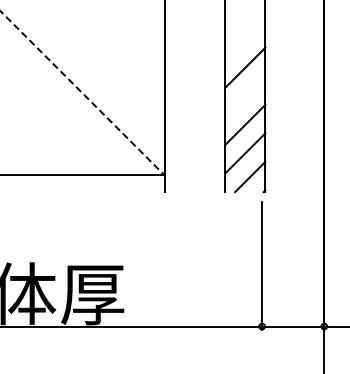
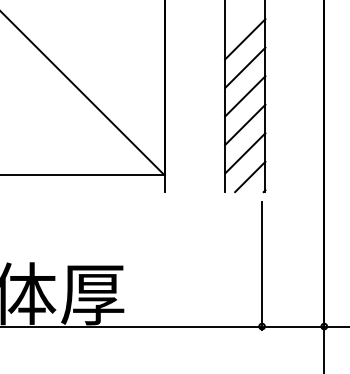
line at (245, 39): none -> present
line at (82, 93): dashed -> solid
line at (245, 96): none -> present
